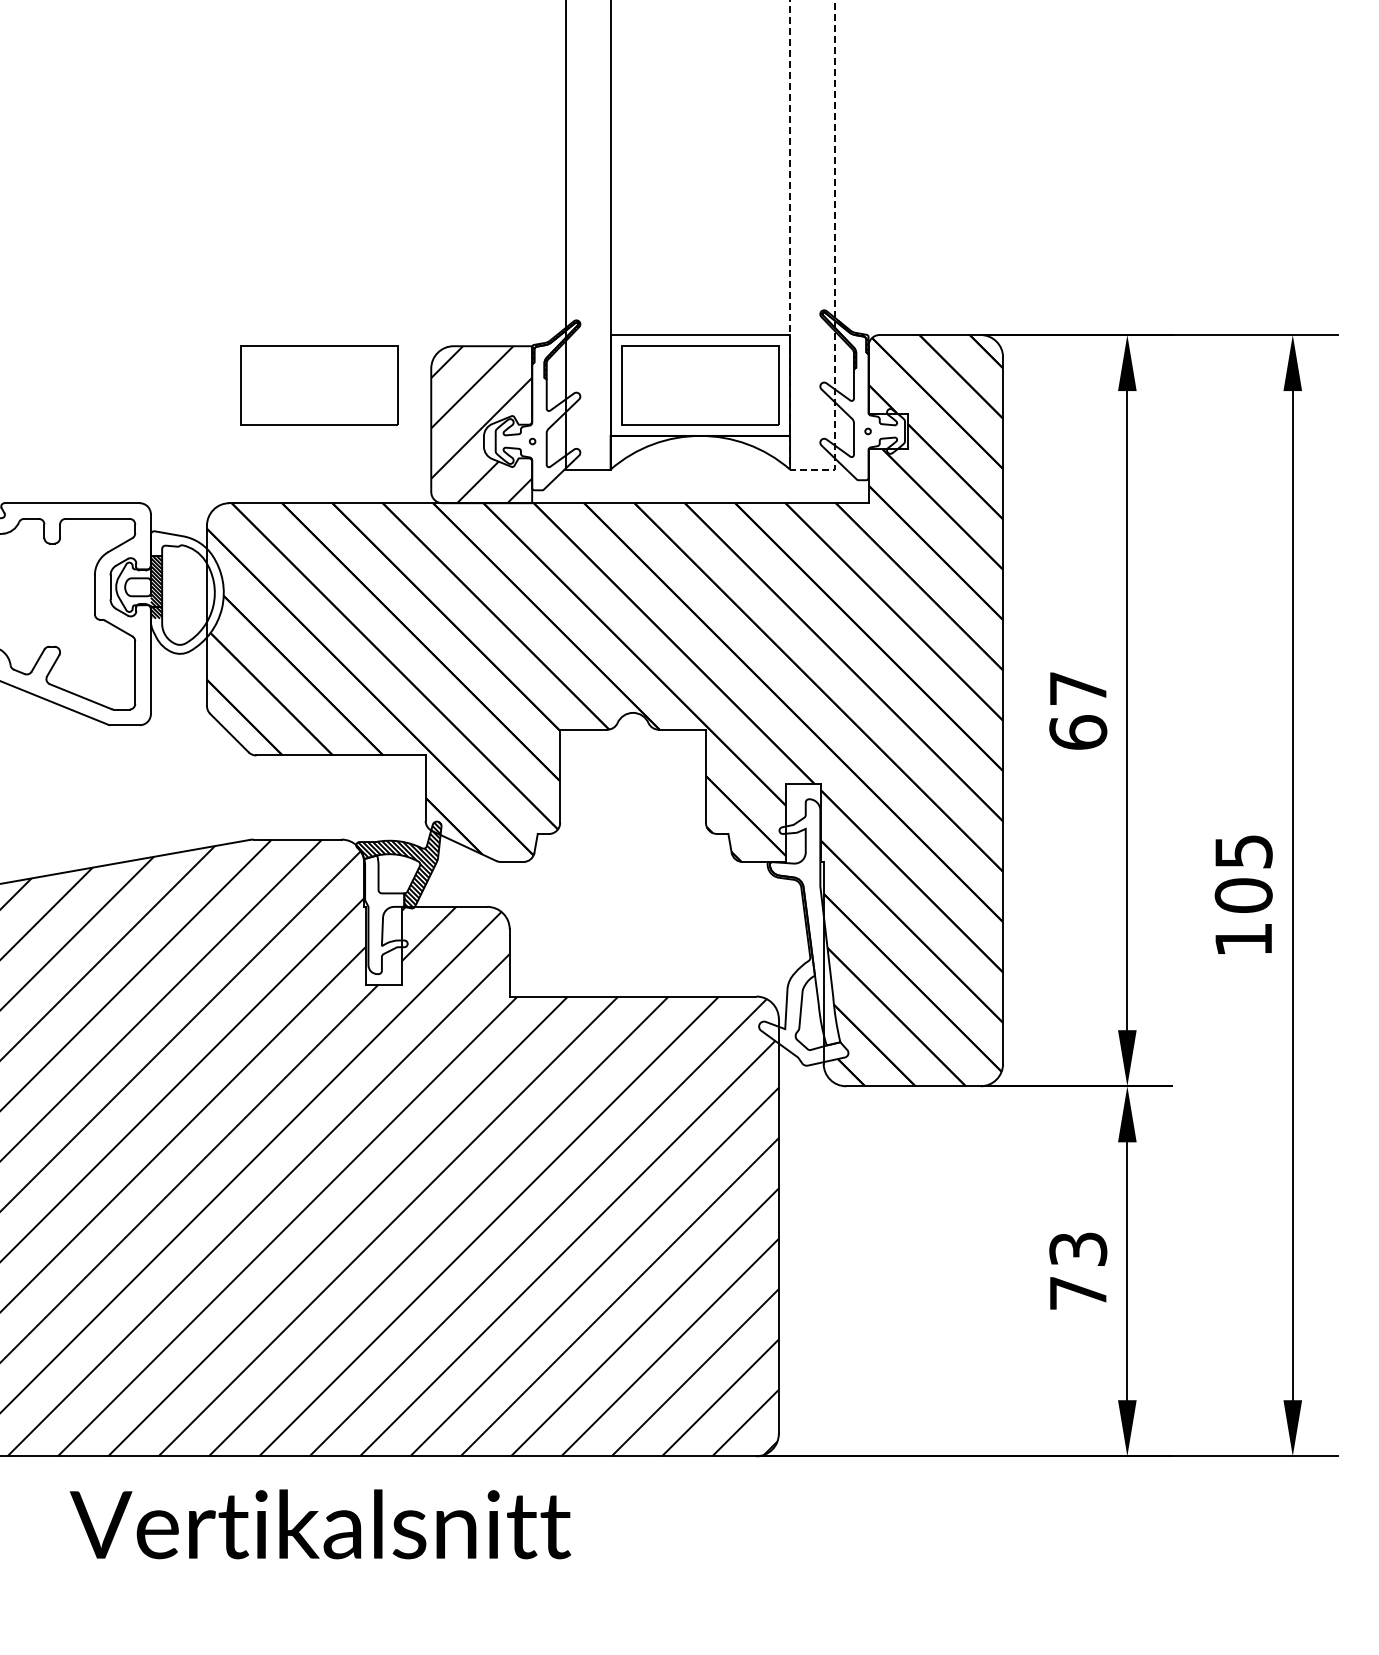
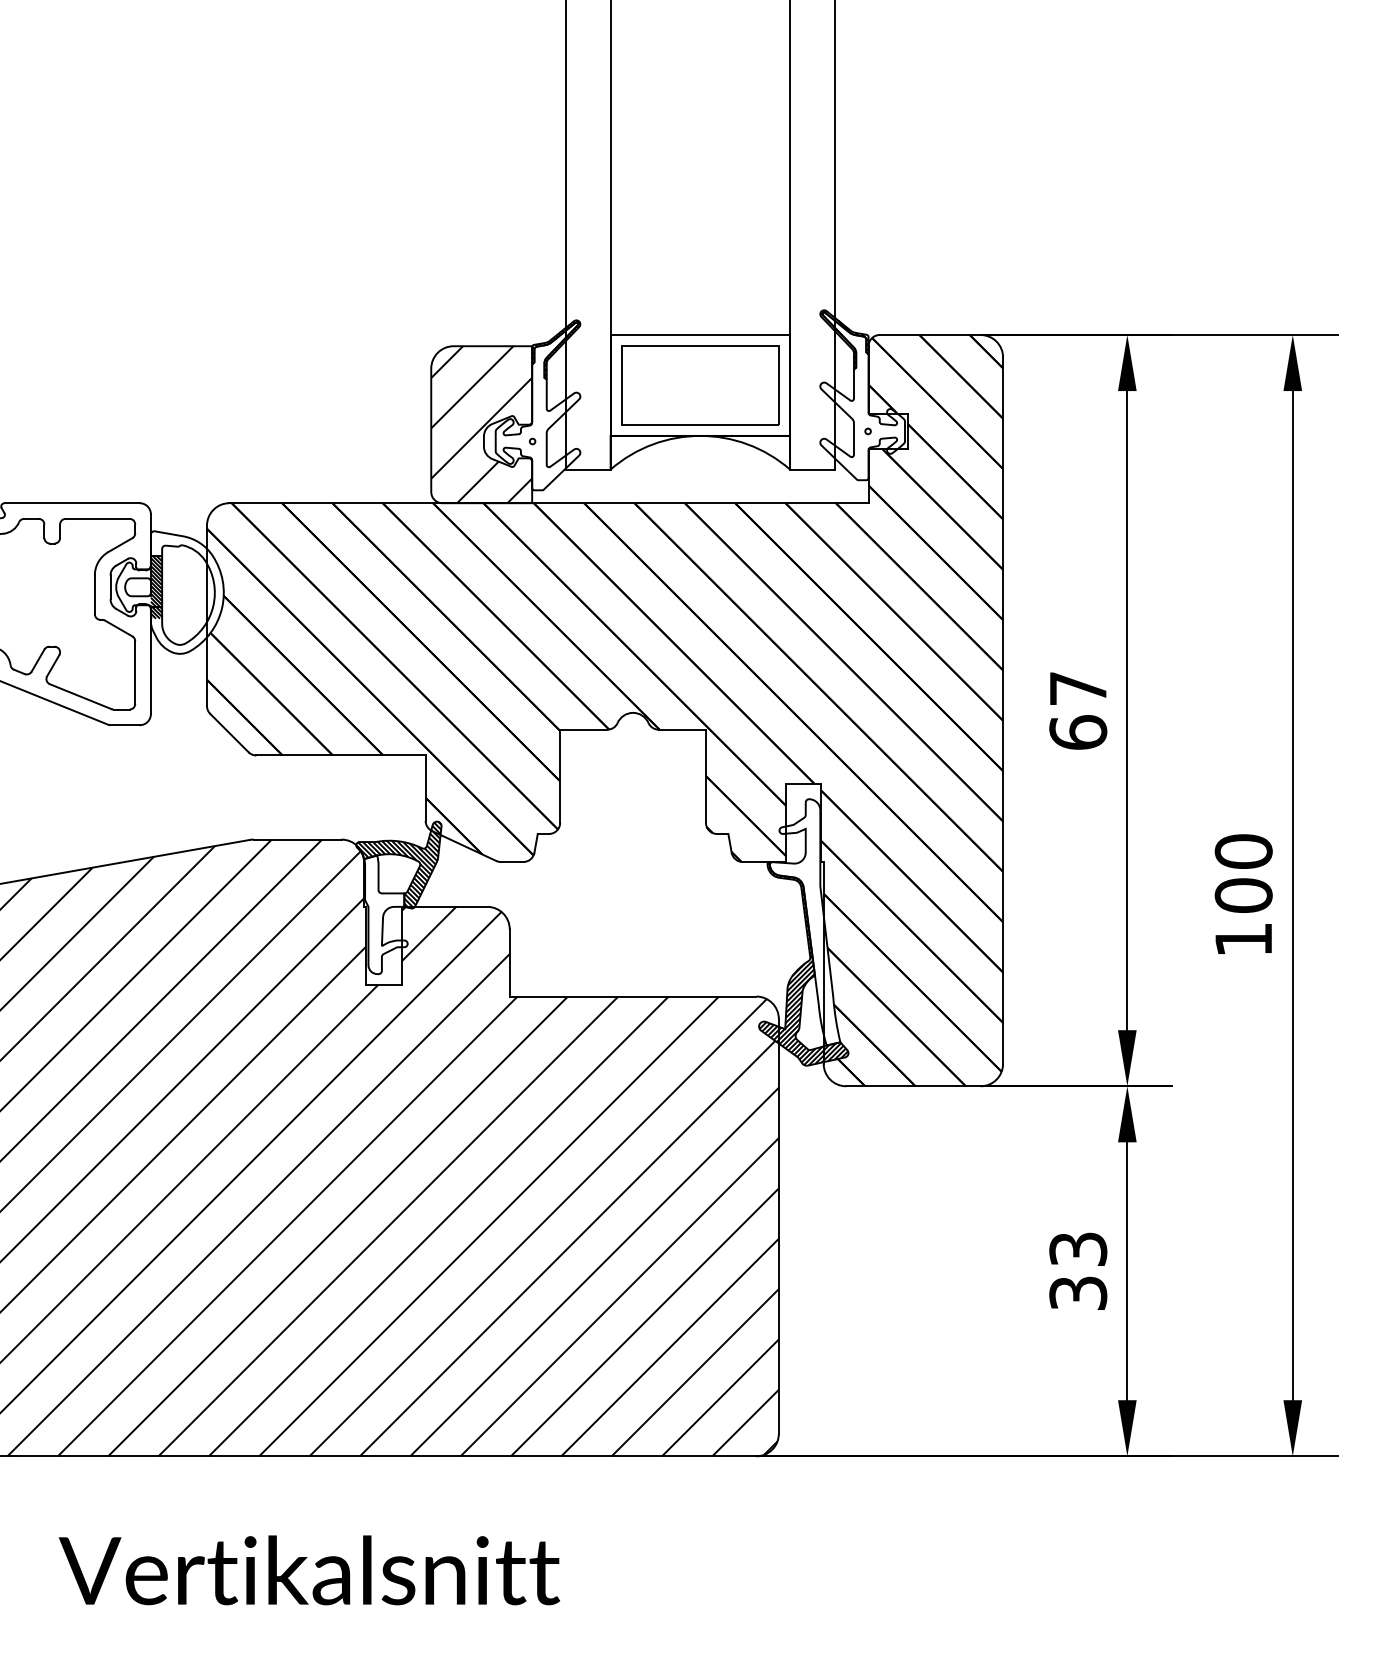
part at (319, 385): present -> none
line at (811, 469): dashed -> solid
text at (1243, 851): 105 -> 100
hatch at (803, 963): none -> present
text at (1078, 1292): 73 -> 33
text at (319, 1524) position: (319, 1524) -> (308, 1570)
